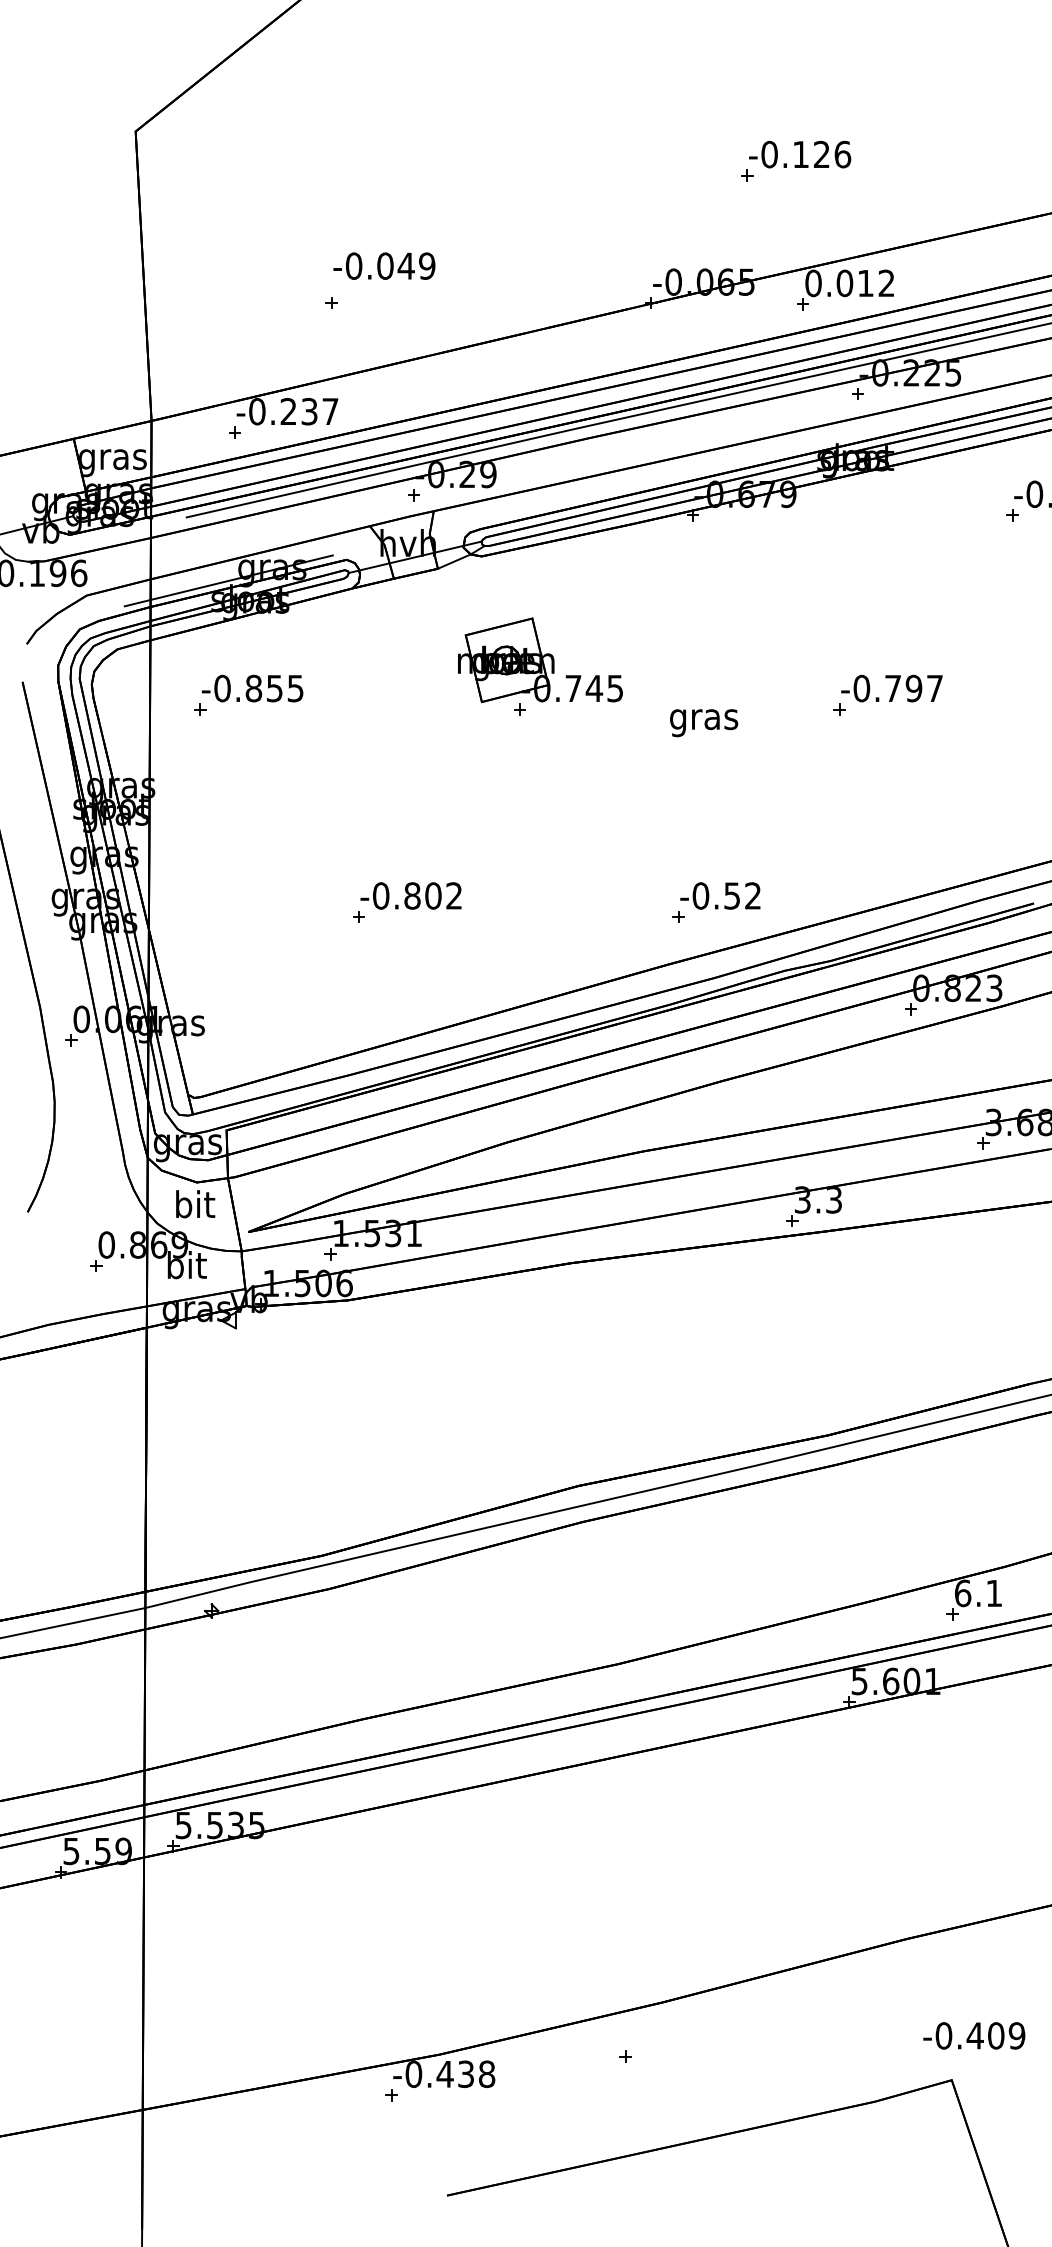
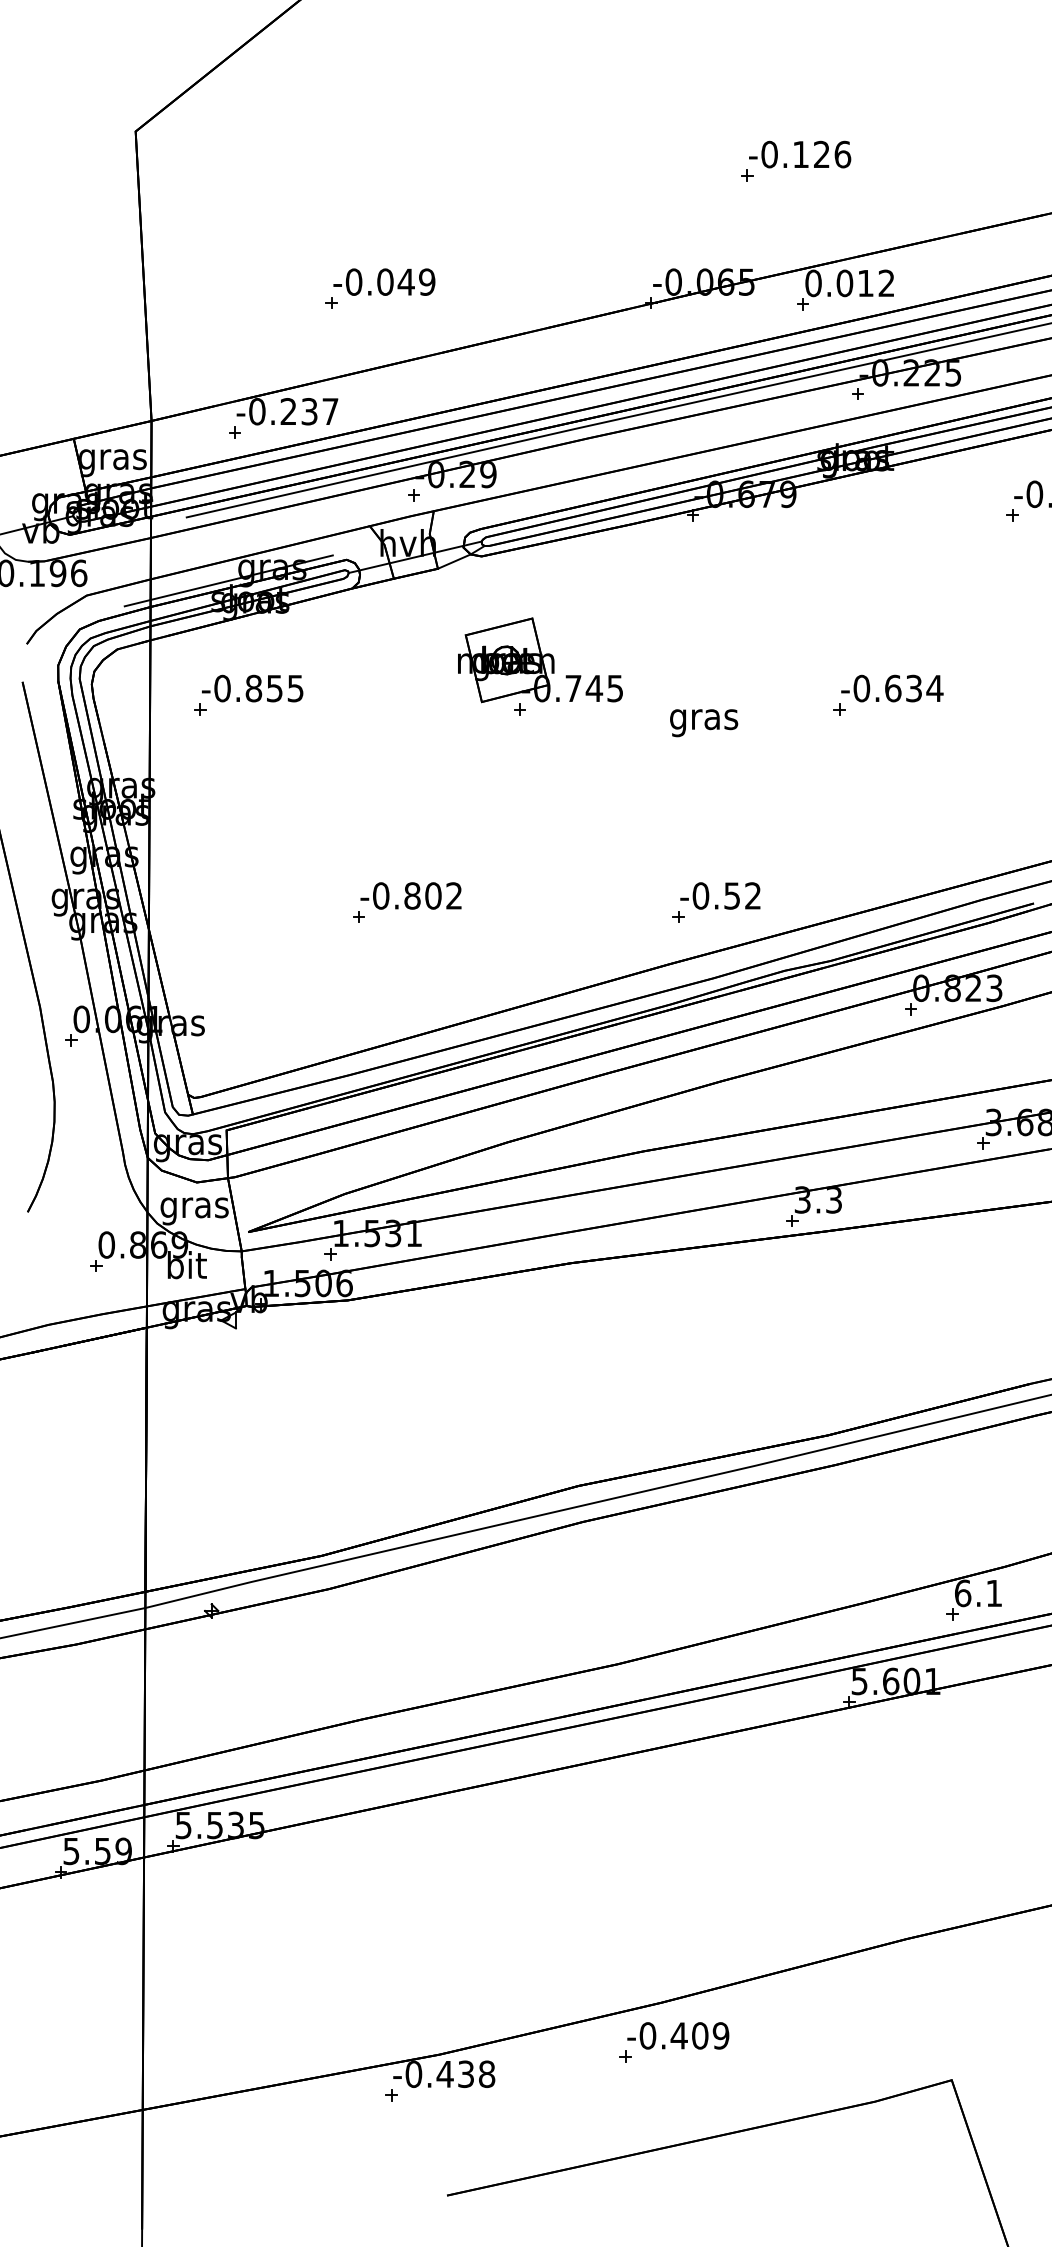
text at (384, 265) position: (384, 265) -> (384, 281)
text at (914, 688): -0.797 -> -0.634
text at (194, 1207): bit -> gras
text at (974, 2035) position: (974, 2035) -> (678, 2035)
